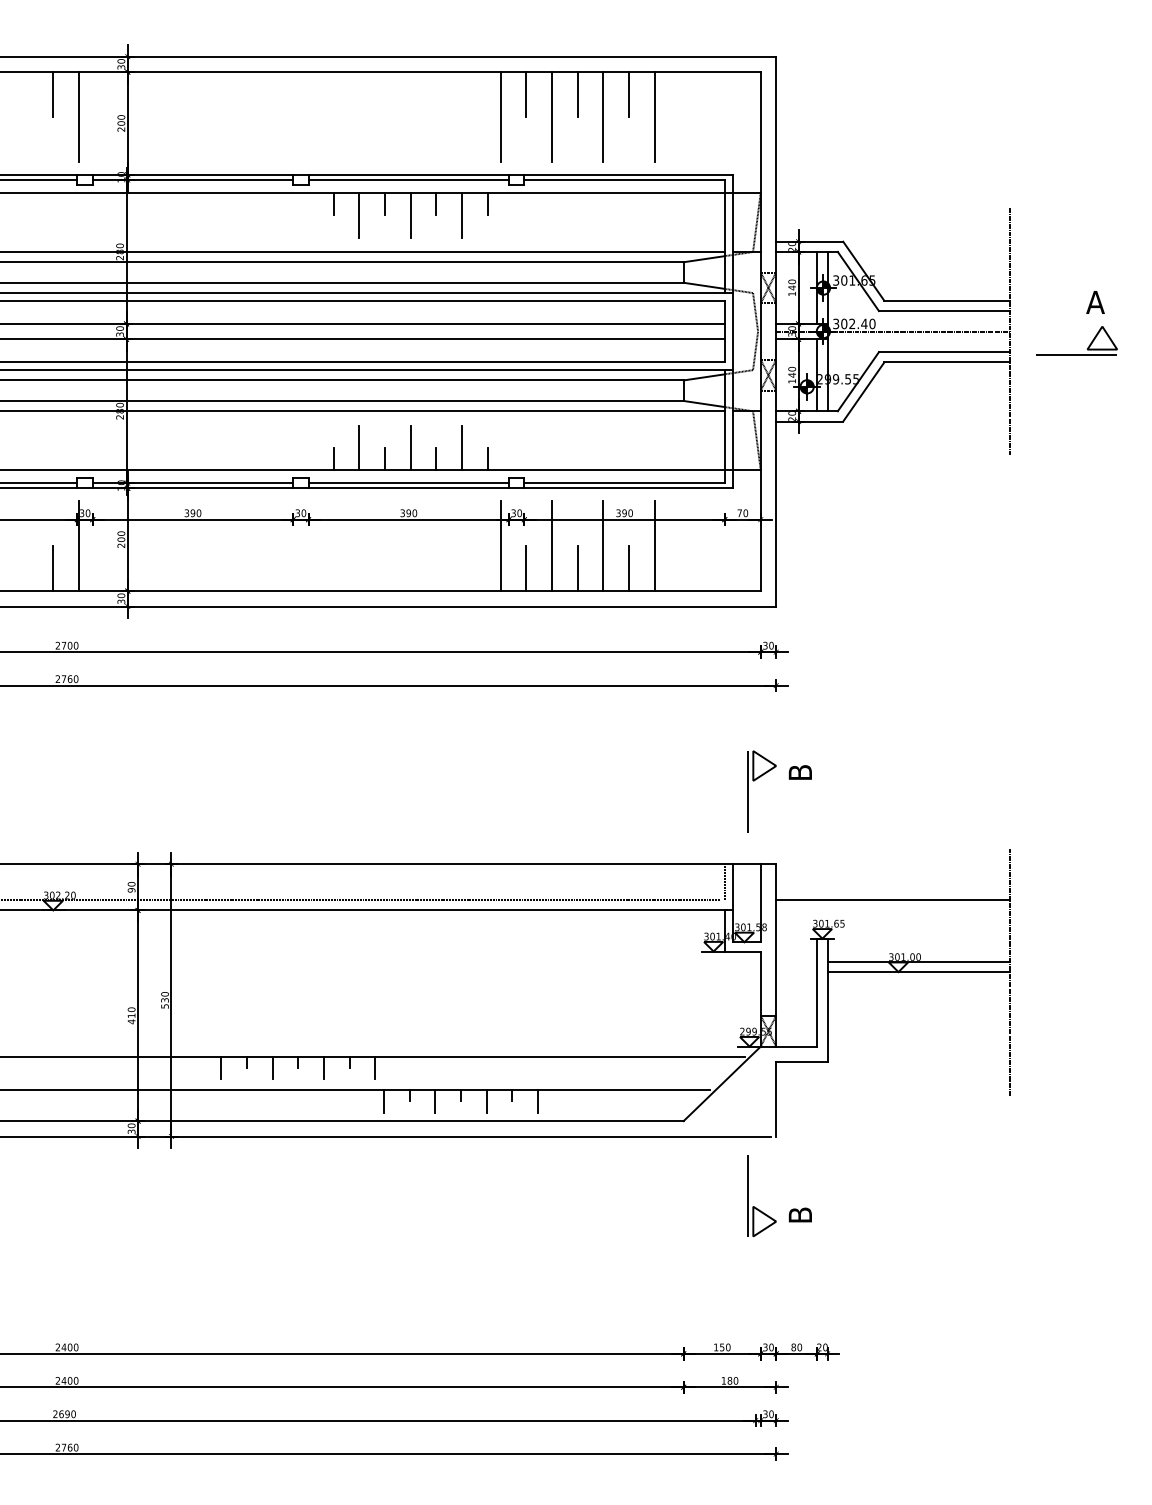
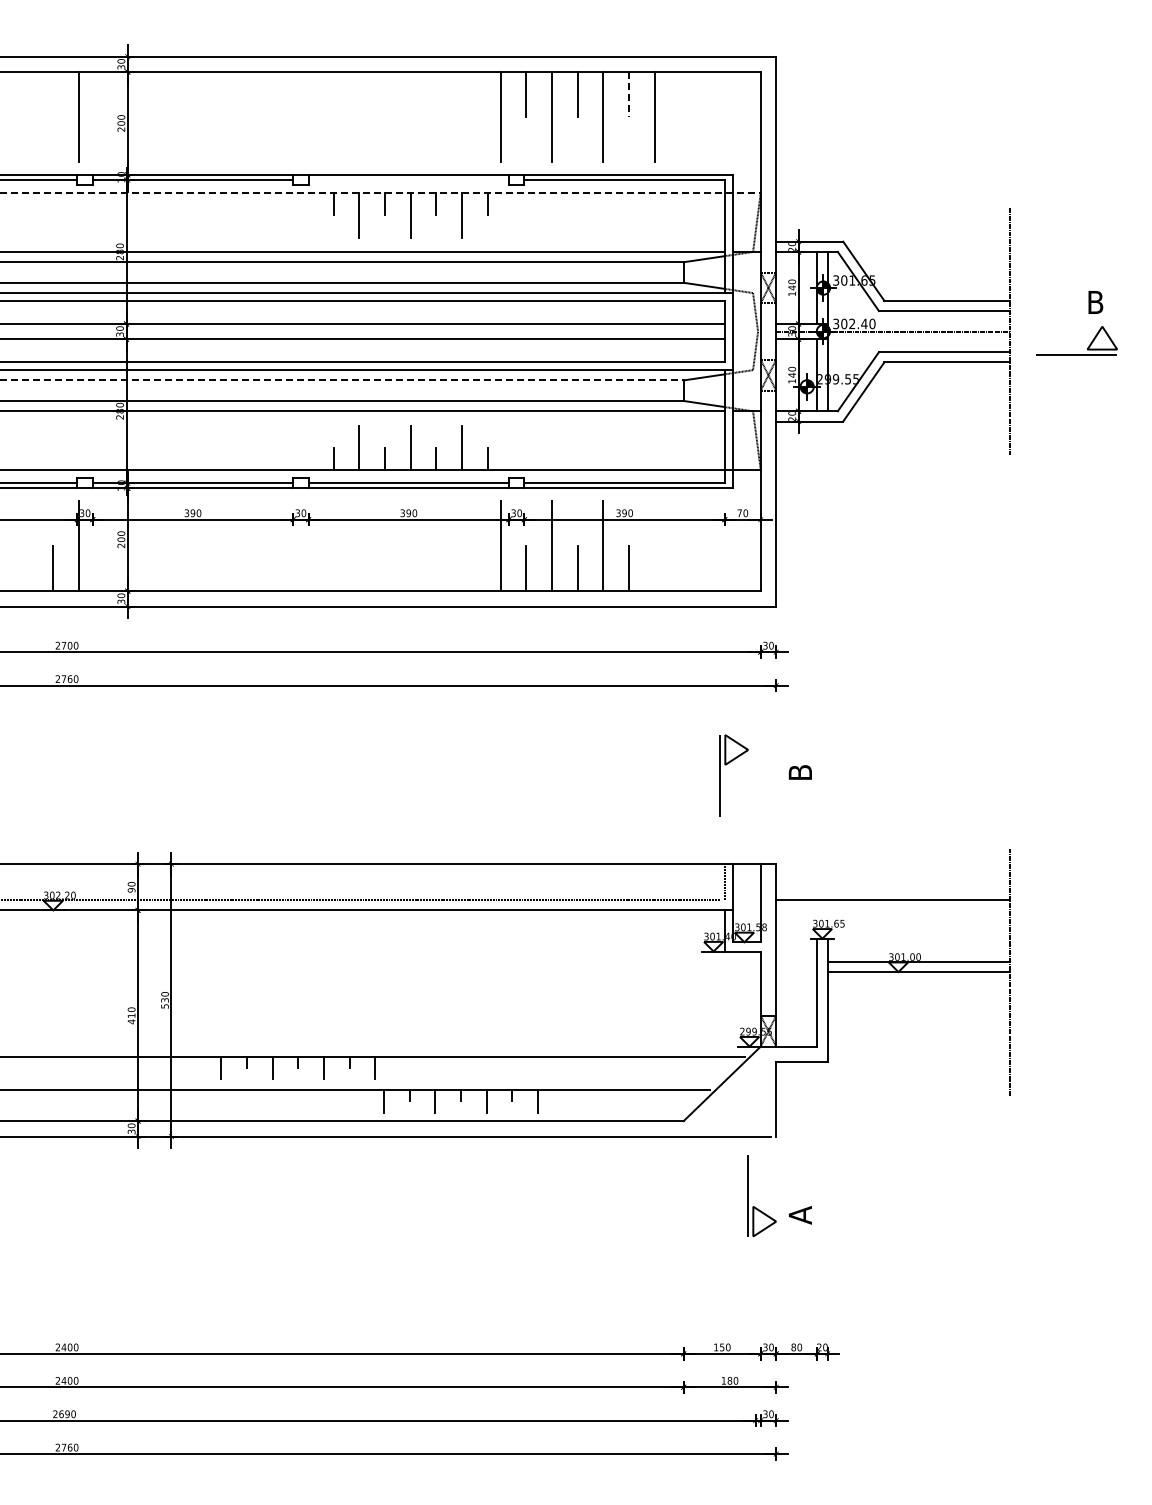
line at (52, 94): present -> none
line at (629, 95): solid -> dashed
line at (408, 180): present -> none
line at (380, 192): solid -> dashed
text at (1095, 302): A -> B
line at (341, 380): solid -> dashed
line at (654, 546): present -> none
part at (754, 781) position: (754, 781) -> (726, 765)
text at (799, 1215): B -> A
